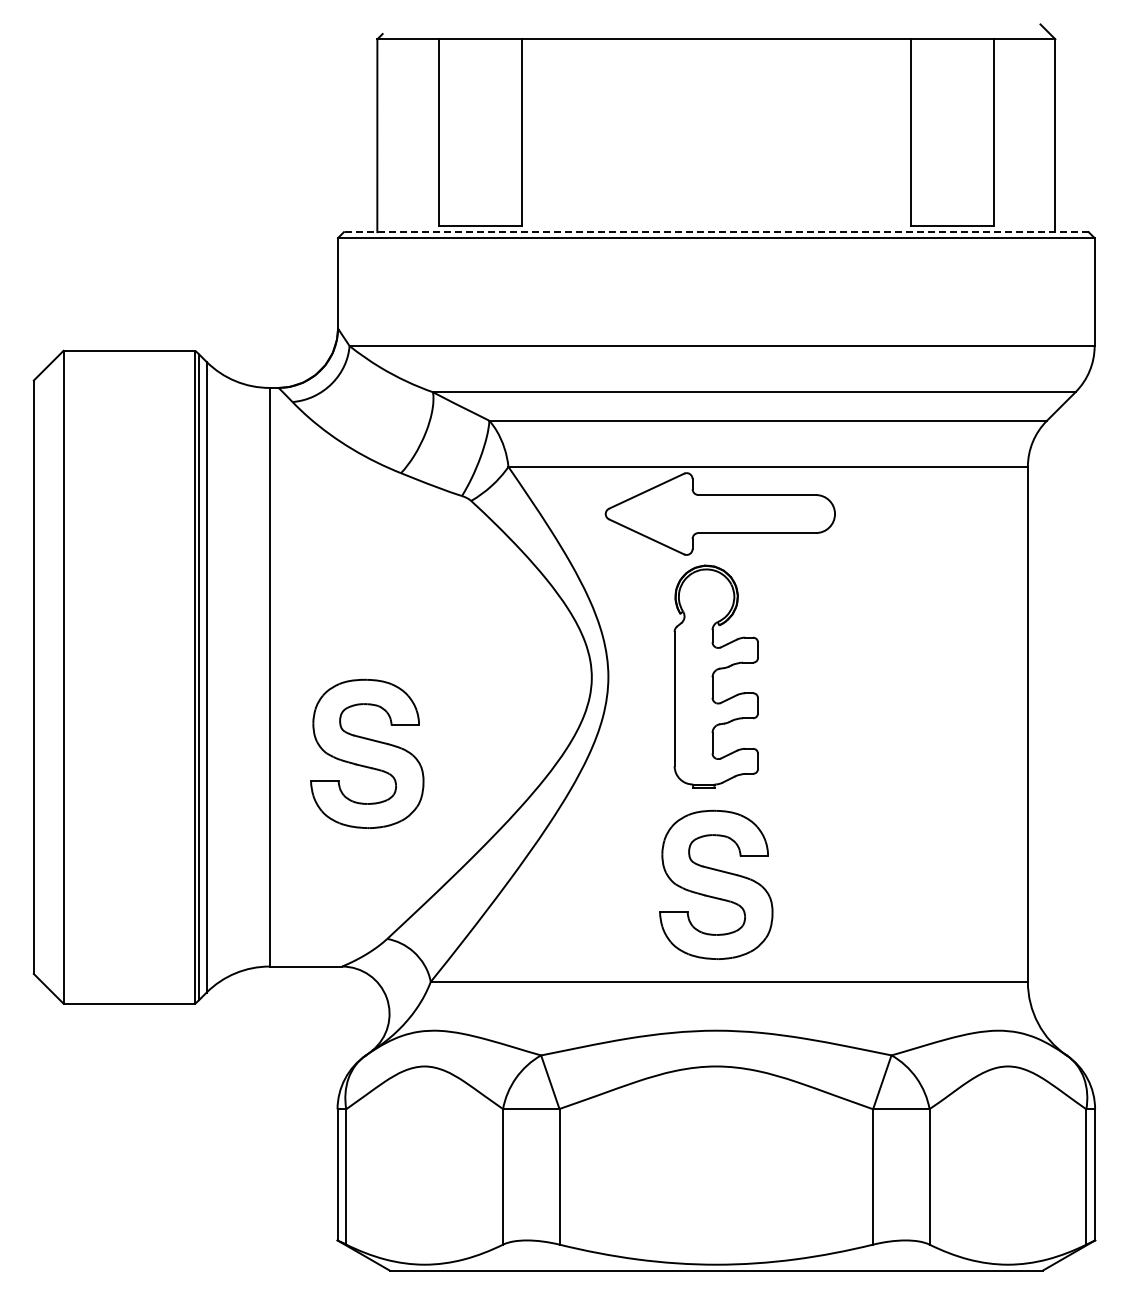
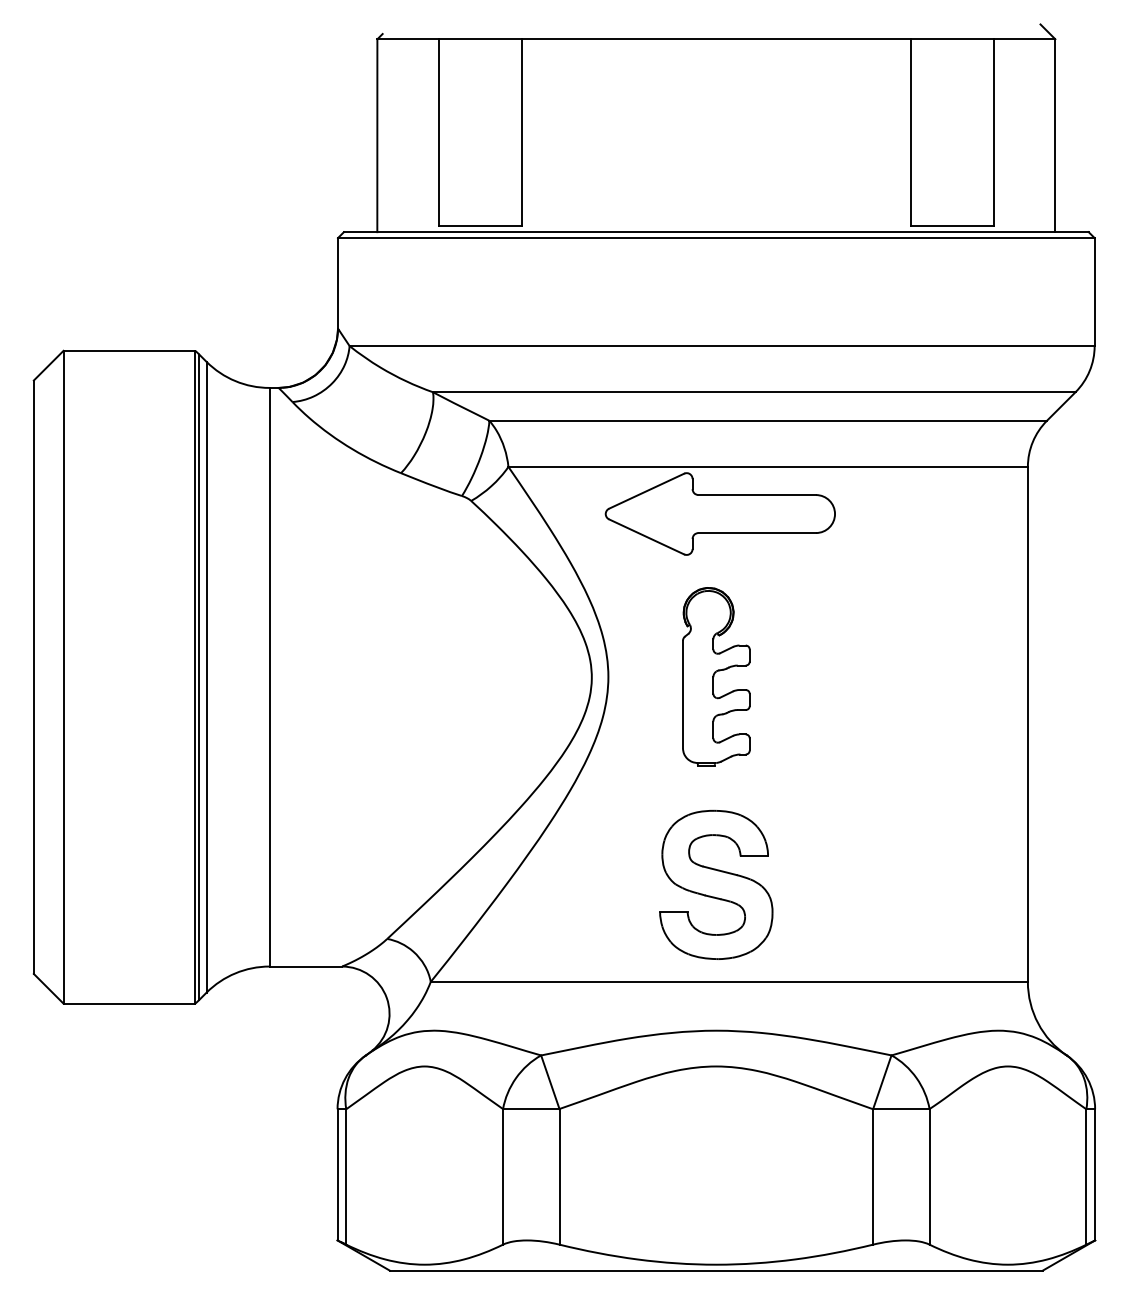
line at (715, 232): dashed -> solid
part at (715, 676) size: 86x225 px -> 69x180 px
part at (367, 753): present -> none
